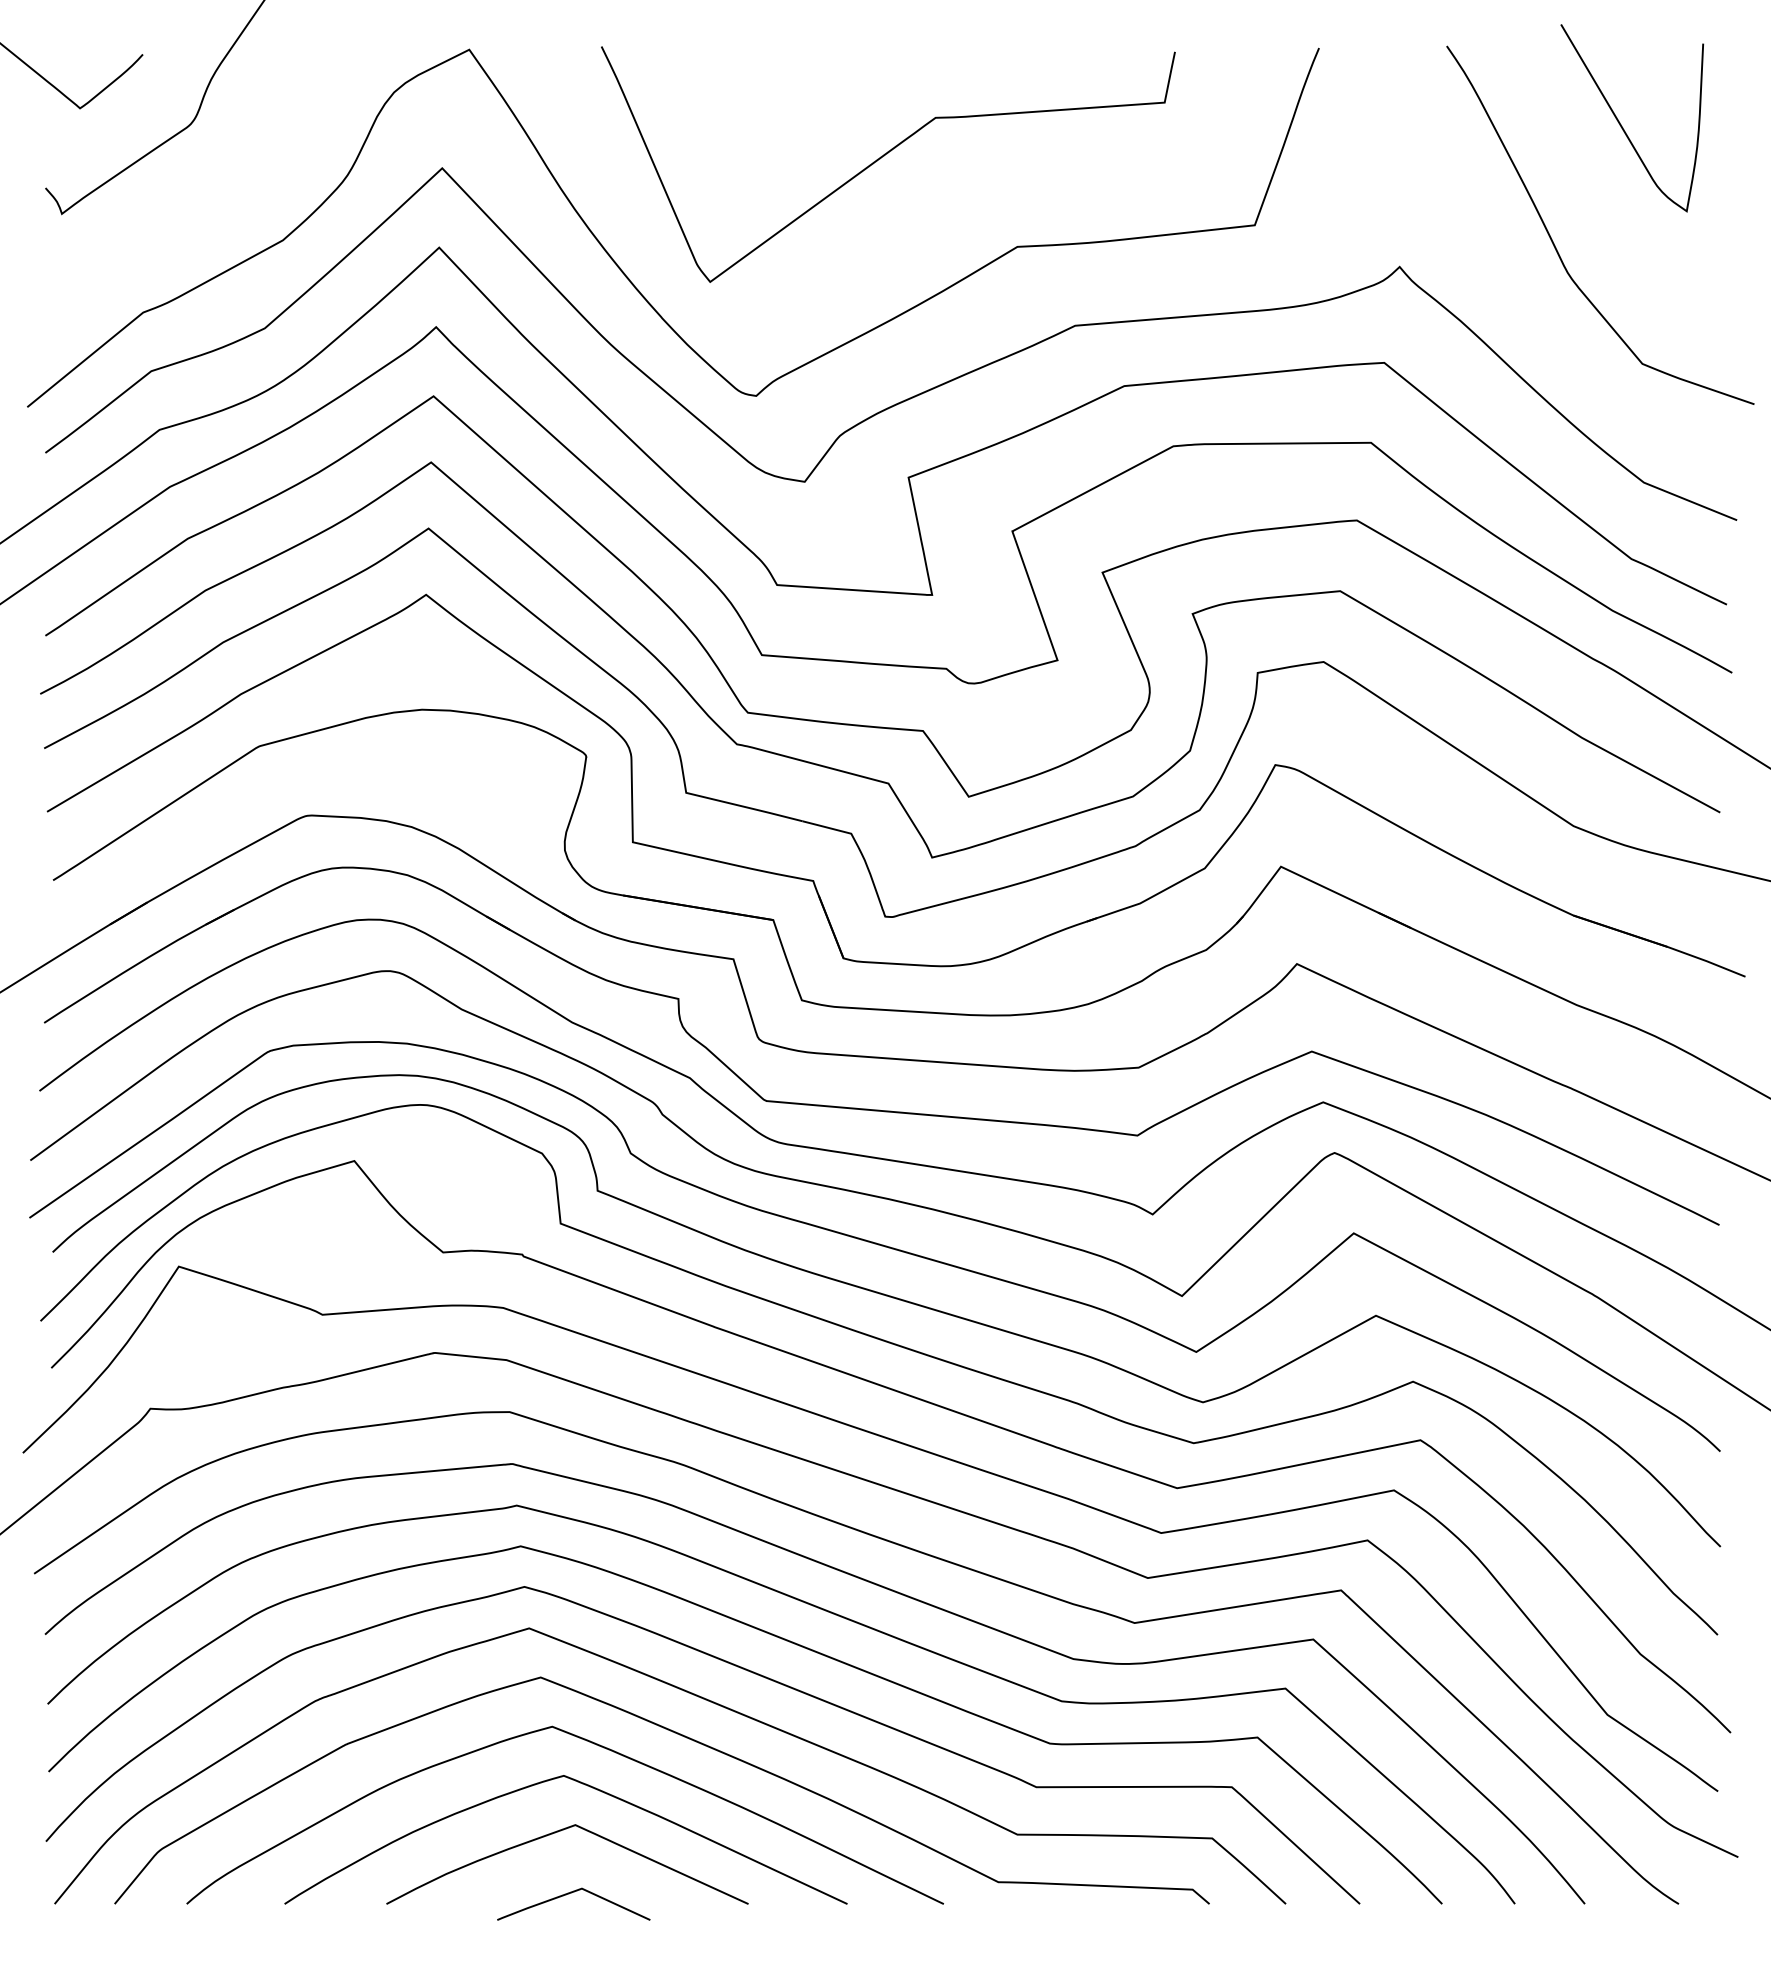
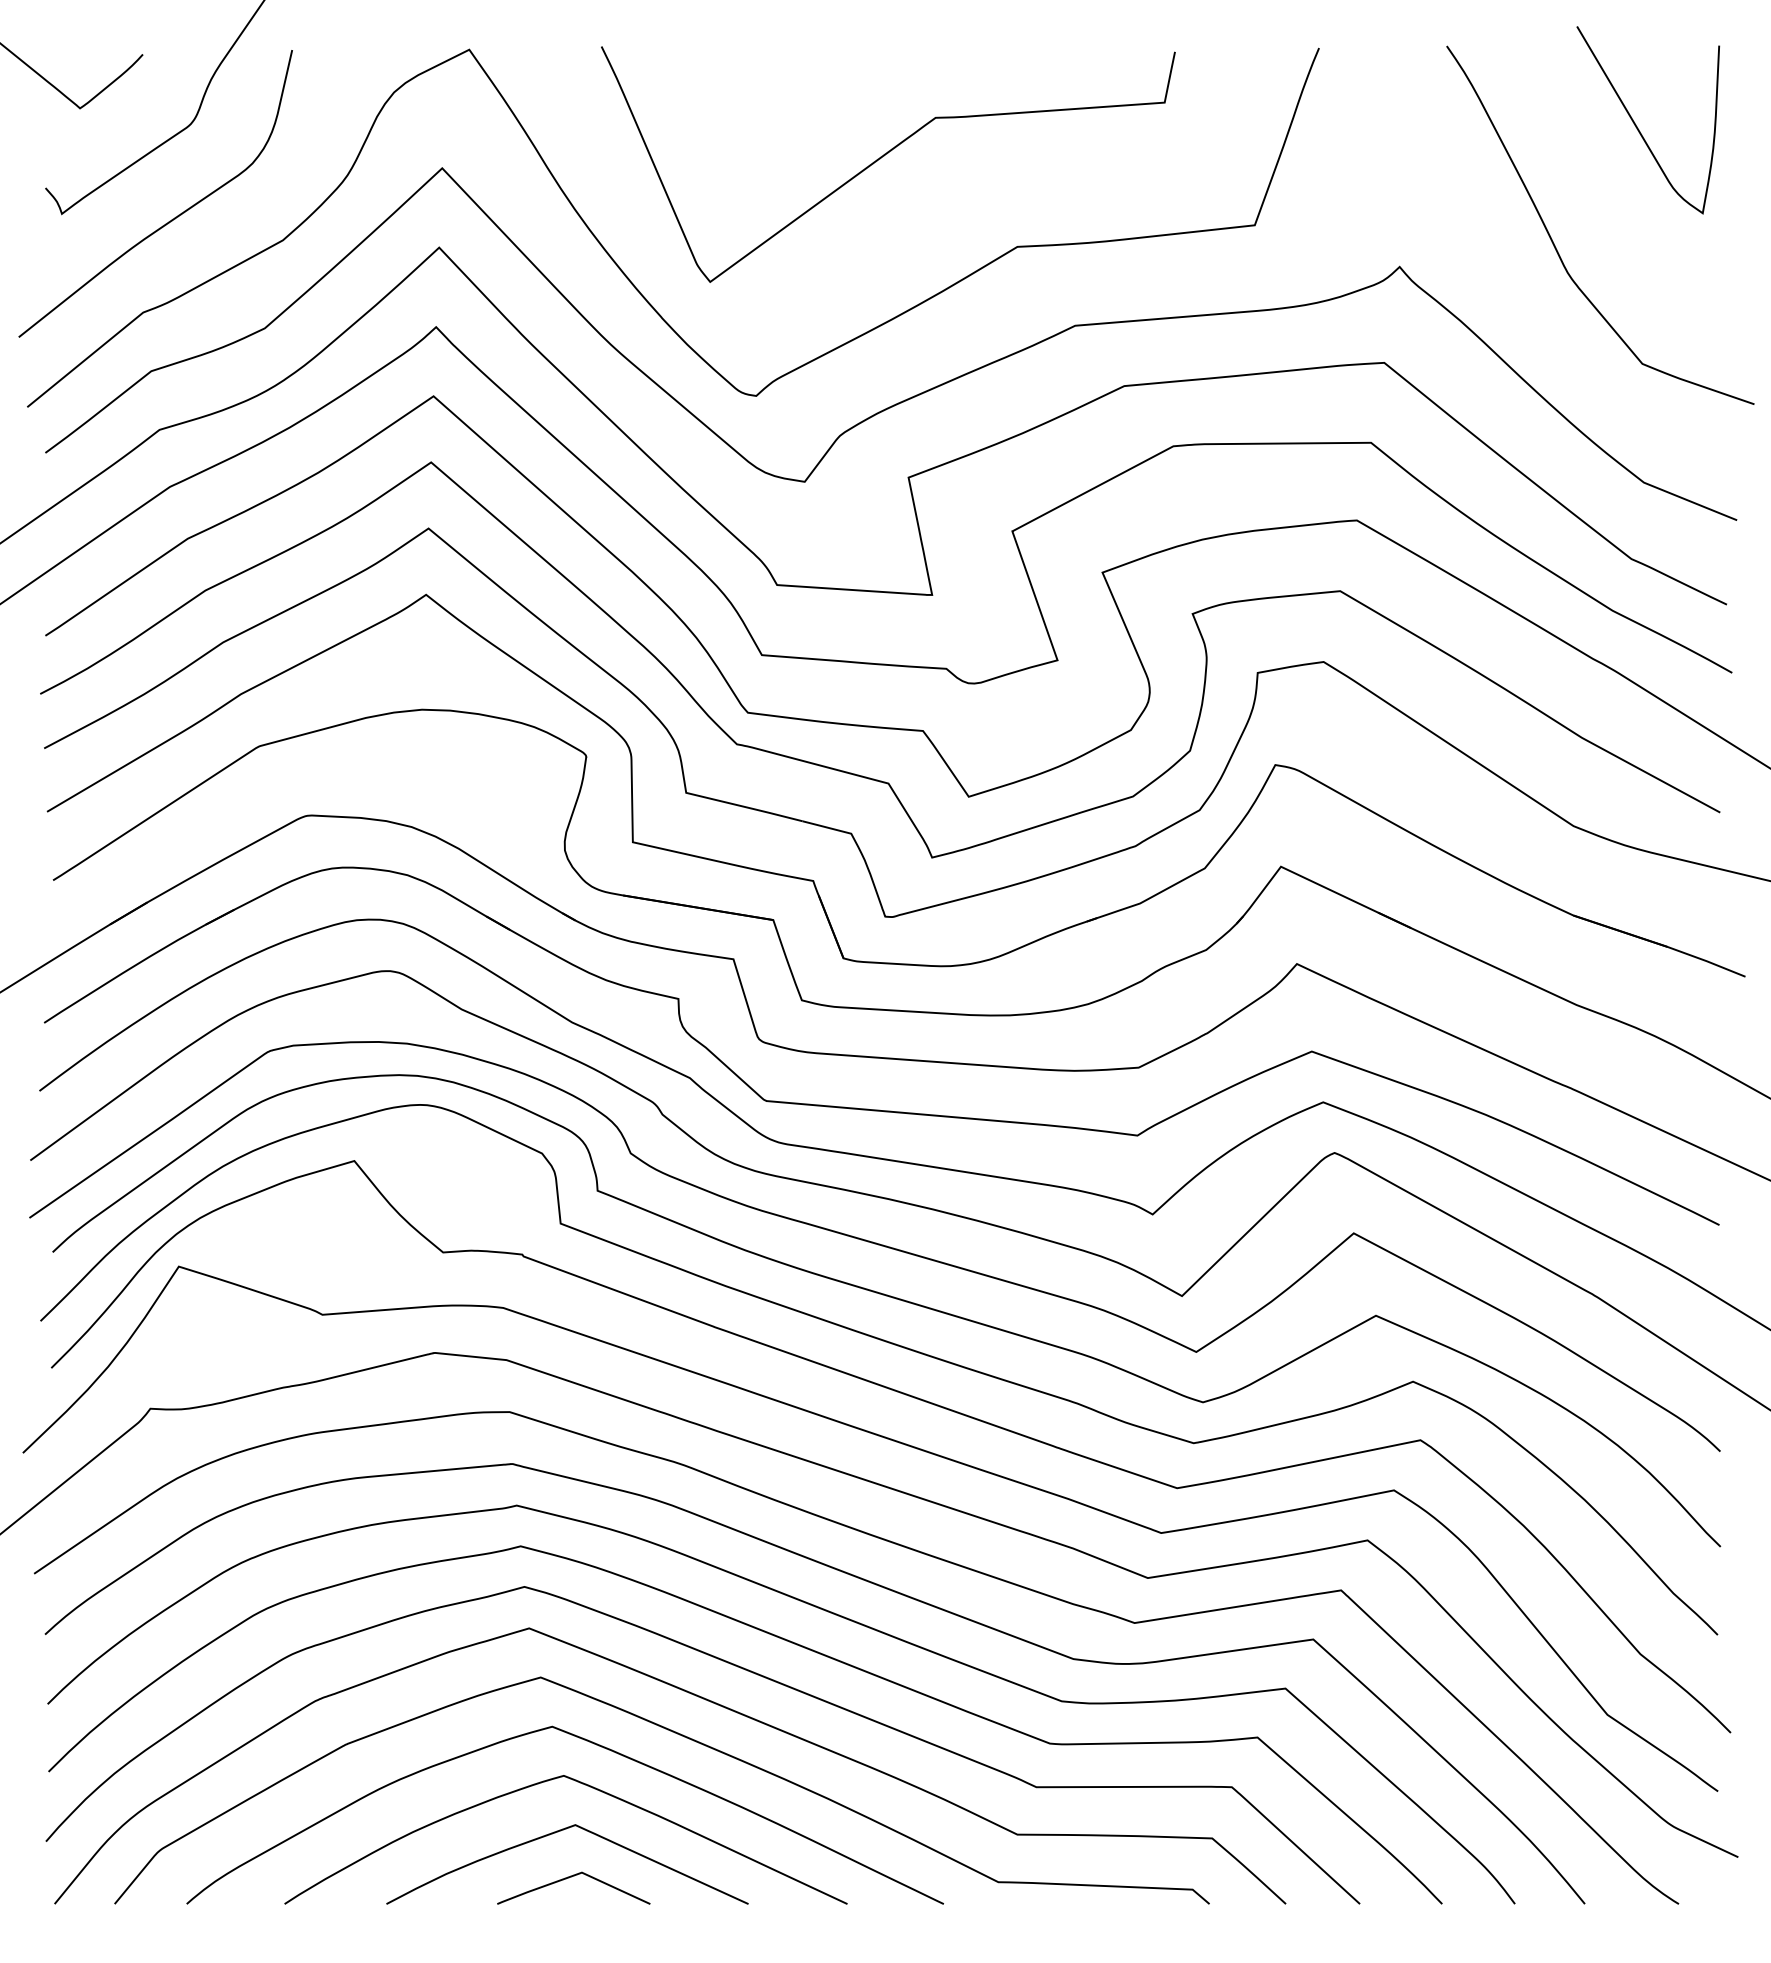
curve at (1621, 124) position: (1621, 124) -> (1637, 126)
curve at (175, 216): none -> present
line at (569, 1894) position: (569, 1894) -> (569, 1878)
